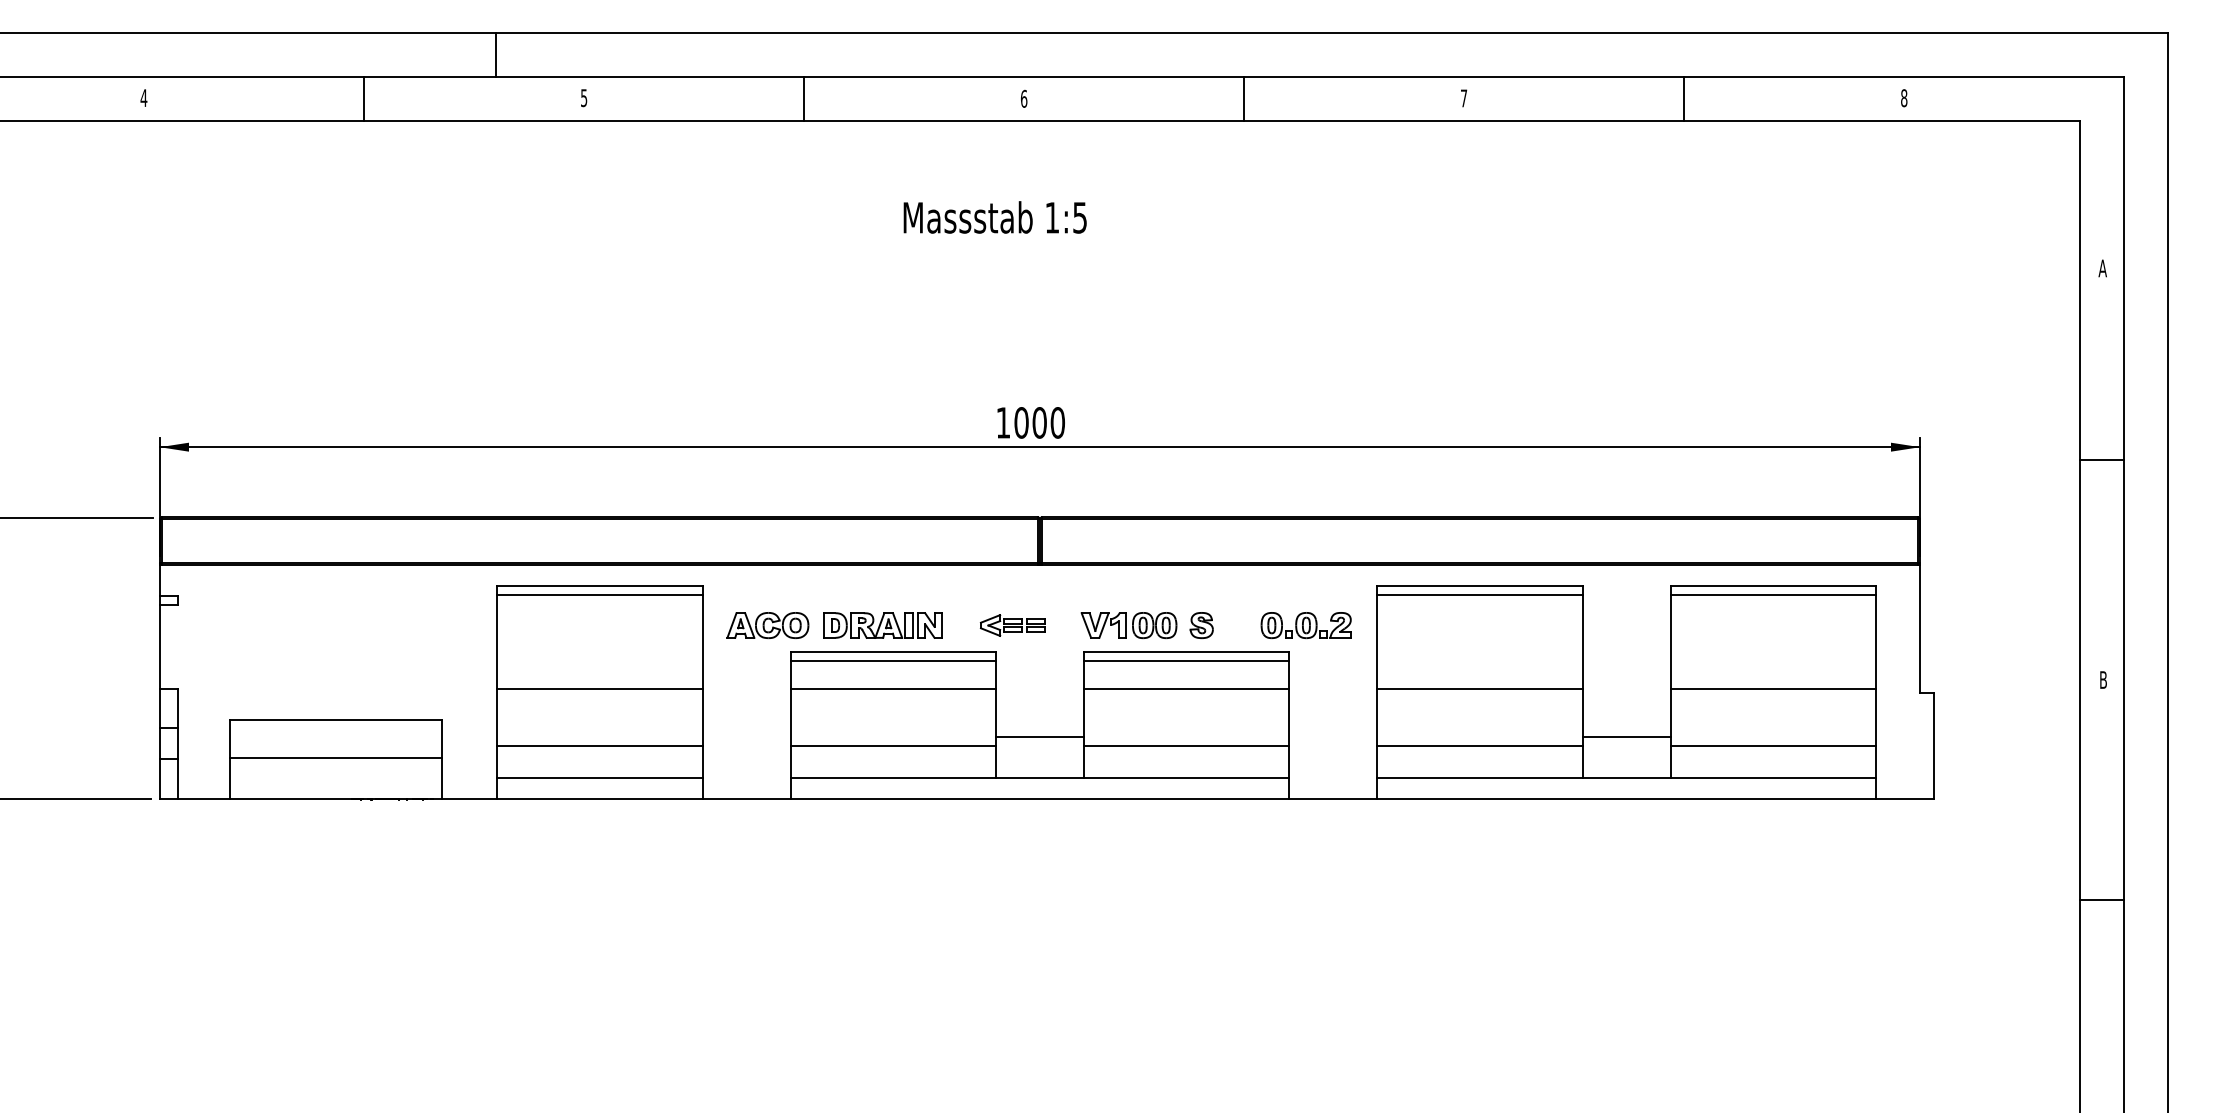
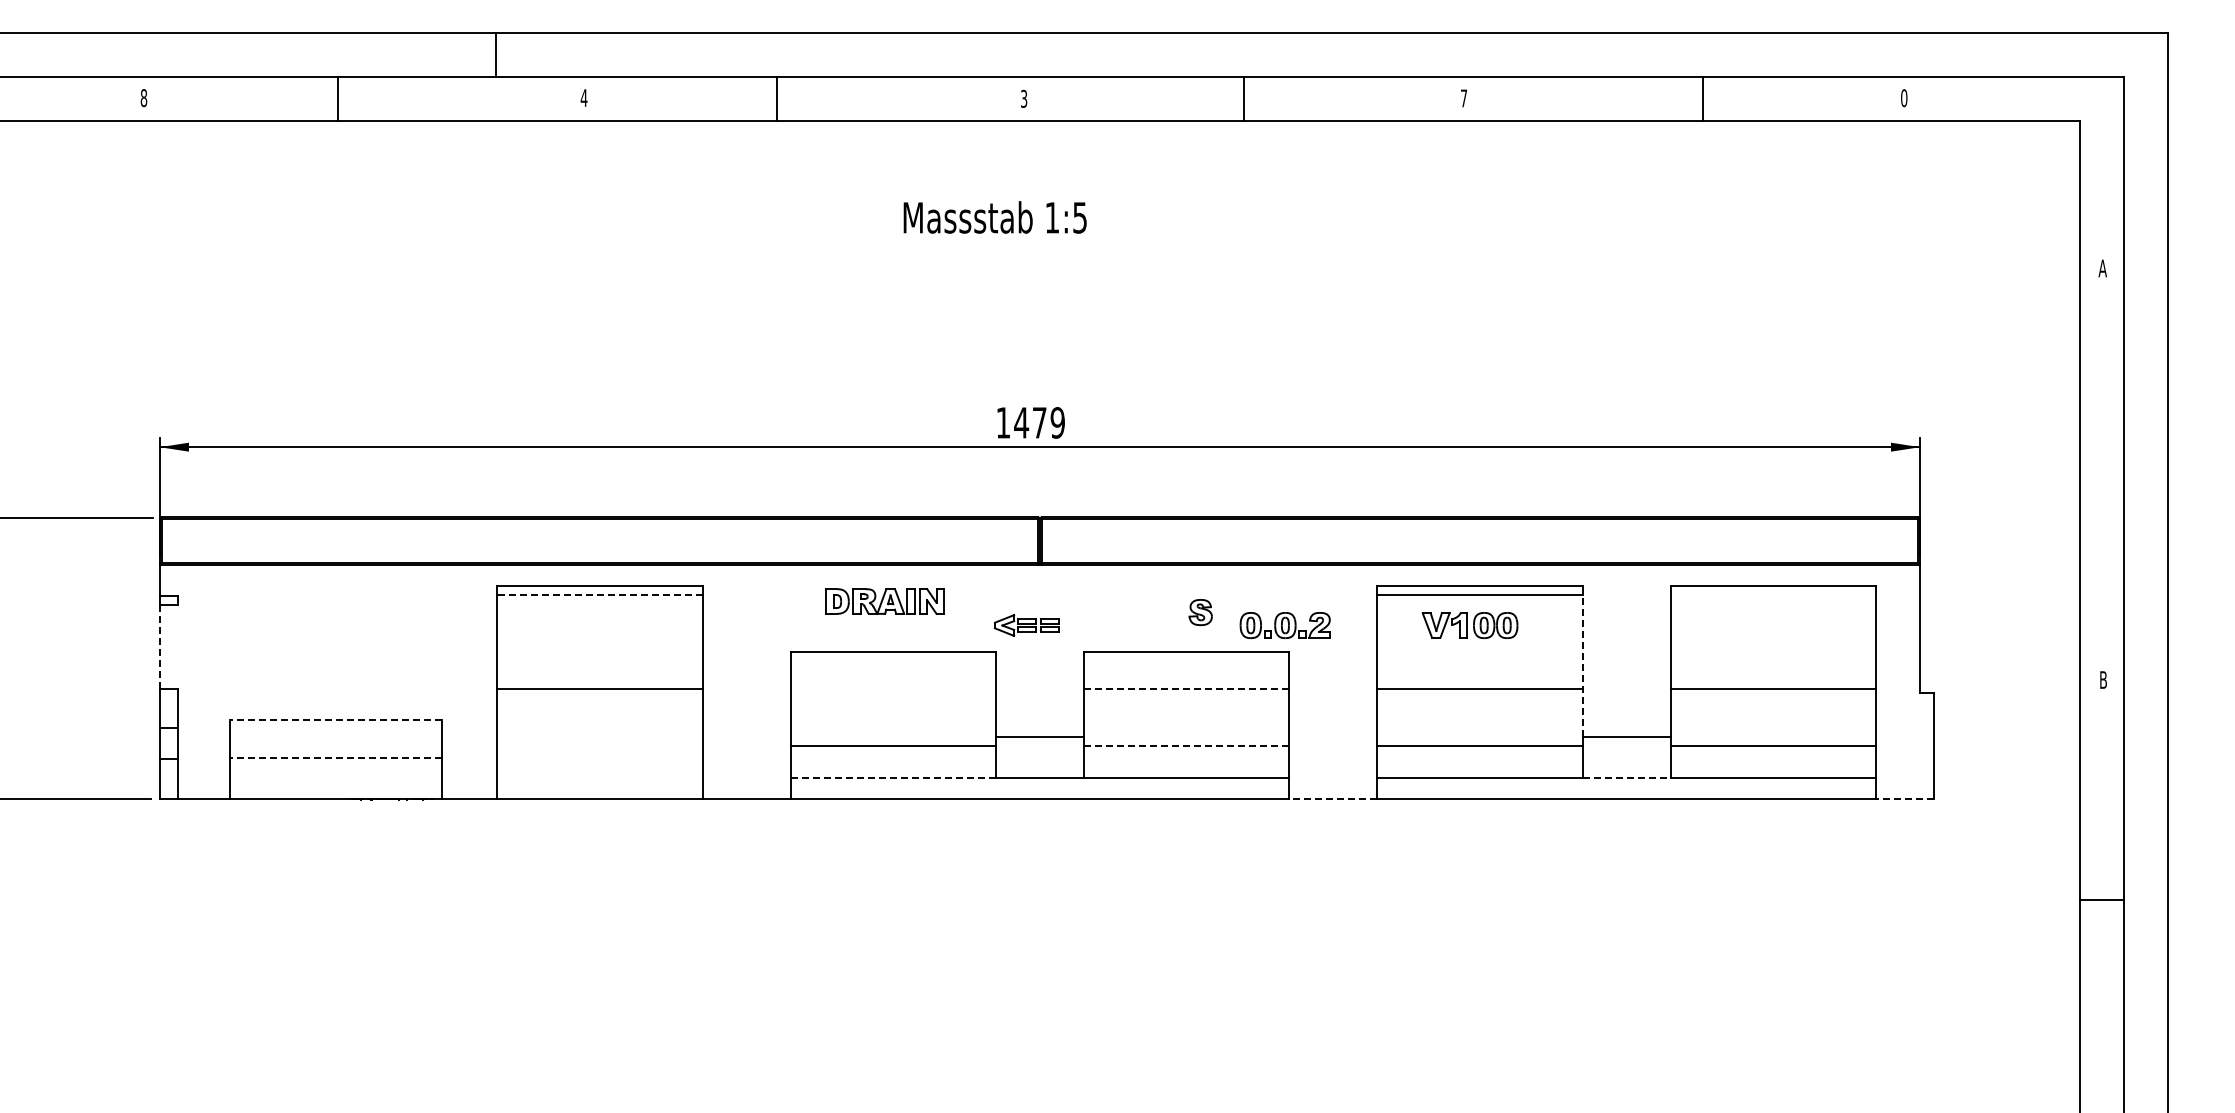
text at (1904, 97): 8 -> 0
text at (143, 98): 4 -> 8
text at (583, 98): 5 -> 4
text at (1023, 98): 6 -> 3
line at (363, 99) position: (363, 99) -> (337, 99)
line at (803, 99) position: (803, 99) -> (776, 99)
line at (1683, 99) position: (1683, 99) -> (1702, 99)
text at (1039, 422): 1000 -> 1479
line at (2101, 460): present -> none
line at (599, 594): solid -> dashed
line at (1773, 594): present -> none
part at (767, 625): present -> none
part at (882, 625) position: (882, 625) -> (884, 601)
part at (1012, 625) position: (1012, 625) -> (1026, 625)
part at (1128, 625) position: (1128, 625) -> (1469, 625)
part at (1201, 625) position: (1201, 625) -> (1200, 612)
part at (1305, 625) position: (1305, 625) -> (1284, 625)
line at (159, 647): solid -> dashed
line at (892, 660): present -> none
line at (1186, 660): present -> none
line at (1582, 661): solid -> dashed
line at (892, 689): present -> none
line at (1186, 689): solid -> dashed
line at (335, 719): solid -> dashed
line at (599, 746): present -> none
line at (1186, 746): solid -> dashed
line at (335, 757): solid -> dashed
line at (599, 777): present -> none
line at (893, 777): solid -> dashed
line at (1627, 777): solid -> dashed
line at (1332, 799): solid -> dashed
line at (1904, 799): solid -> dashed
